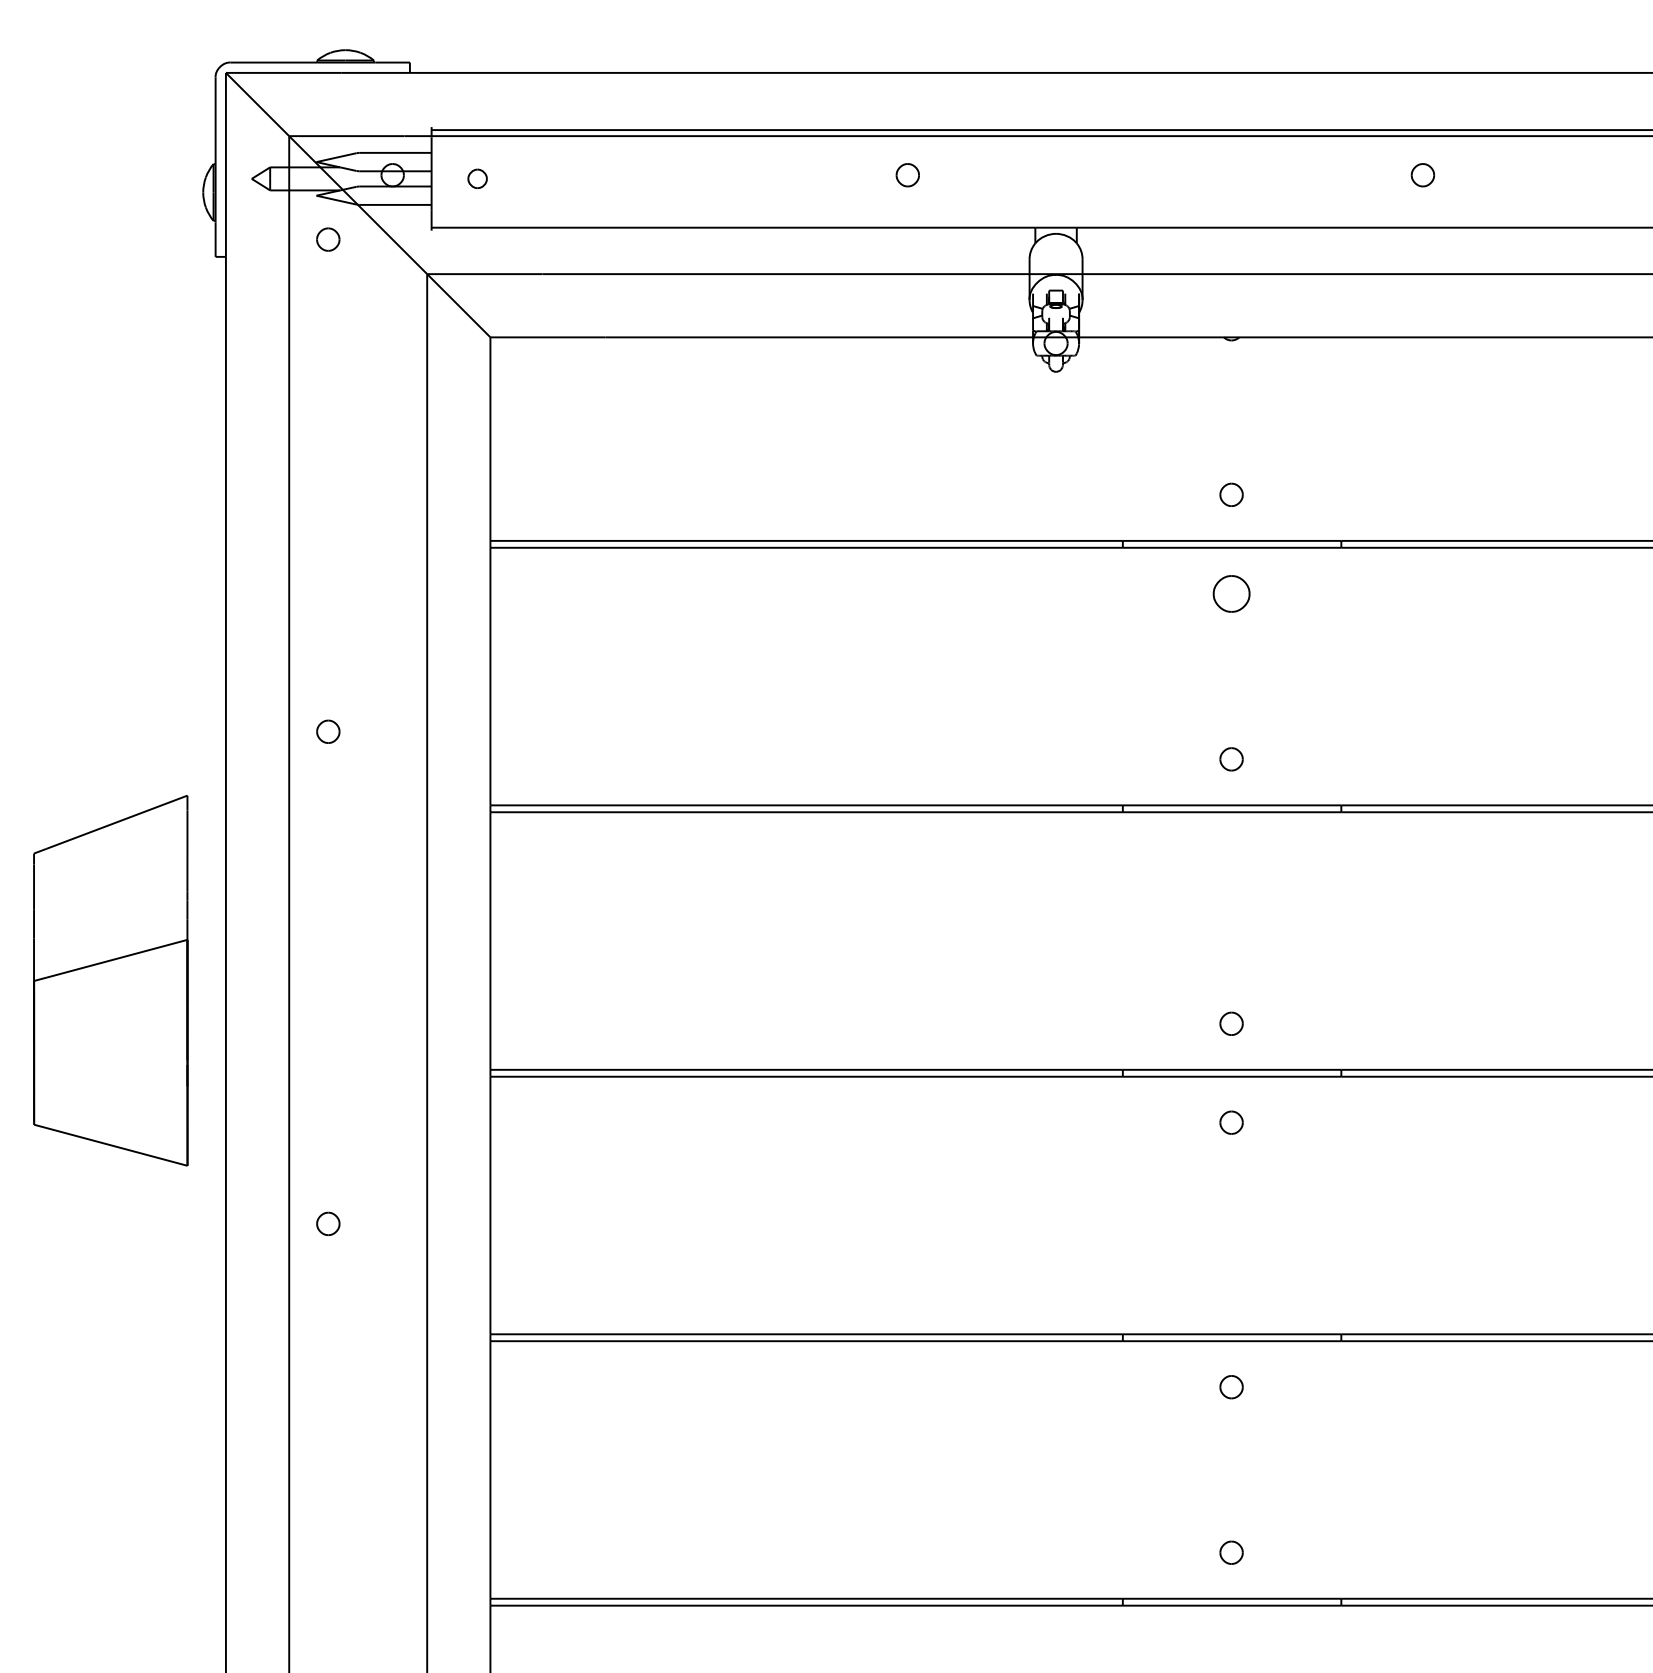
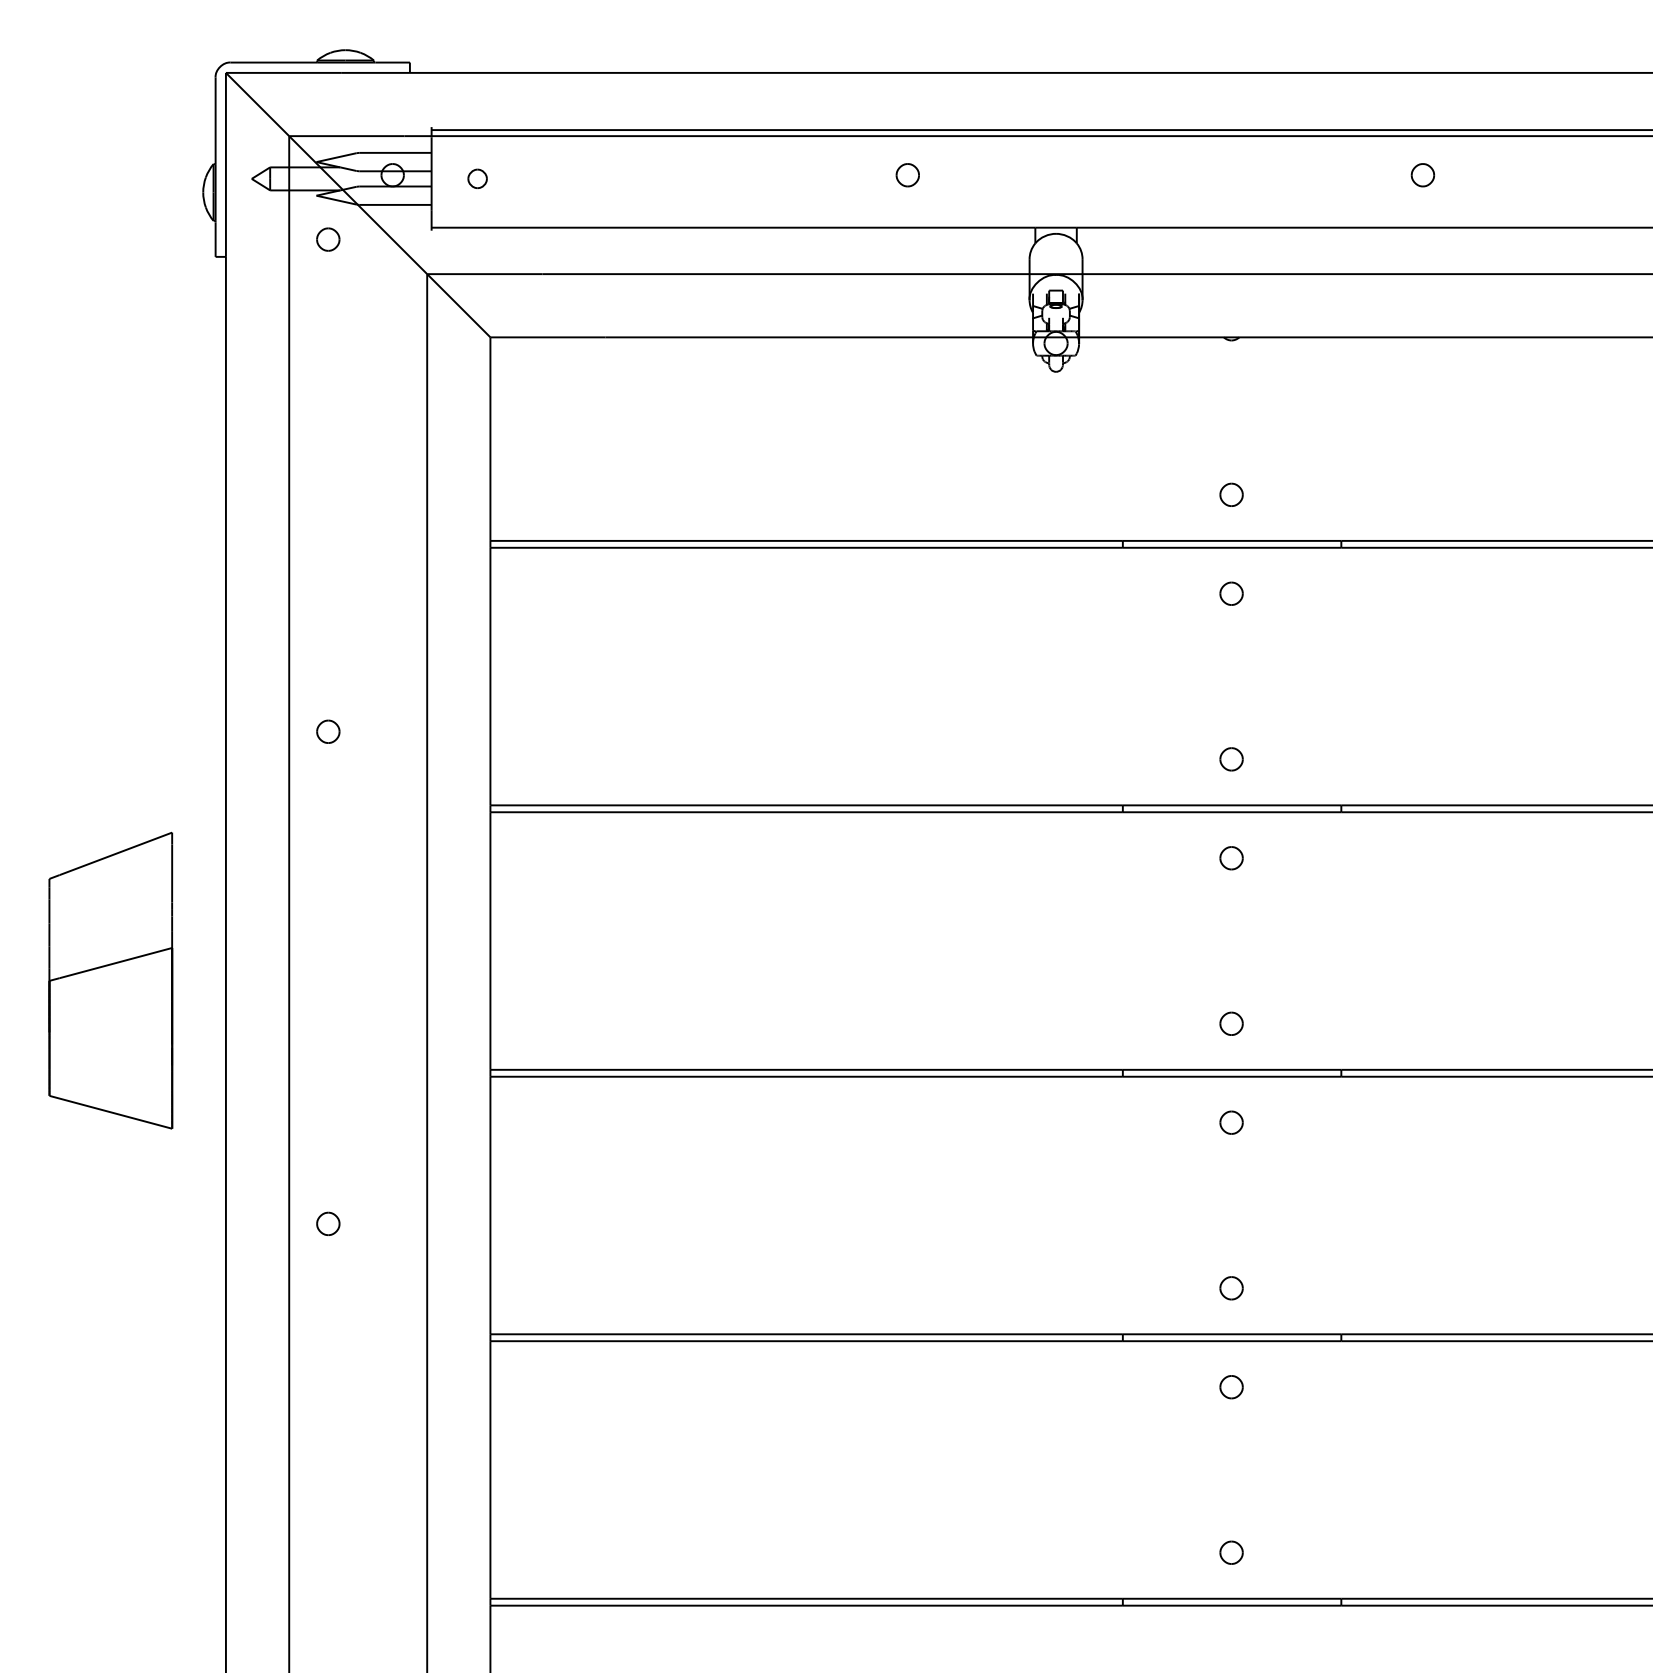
part at (1231, 593) size: 39x38 px -> 25x25 px
part at (1231, 858): none -> present
part at (110, 980) size: 156x372 px -> 126x299 px
part at (1231, 1288): none -> present
